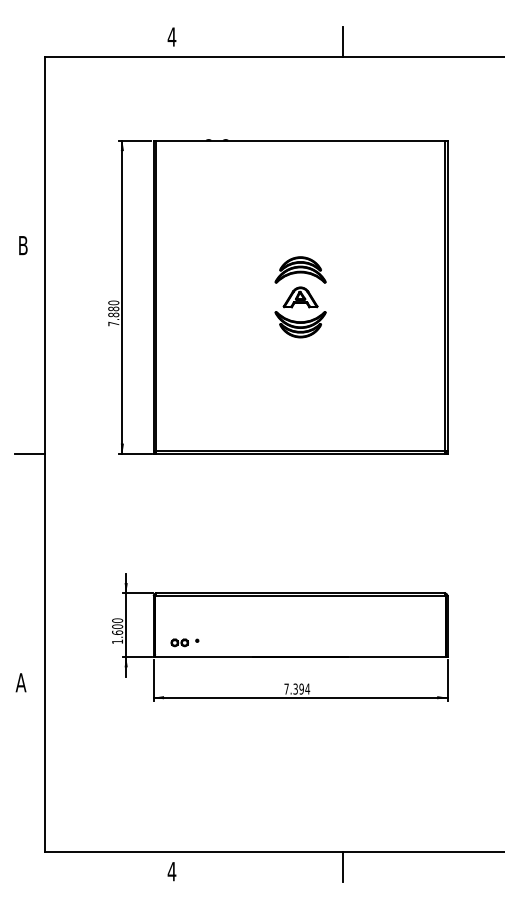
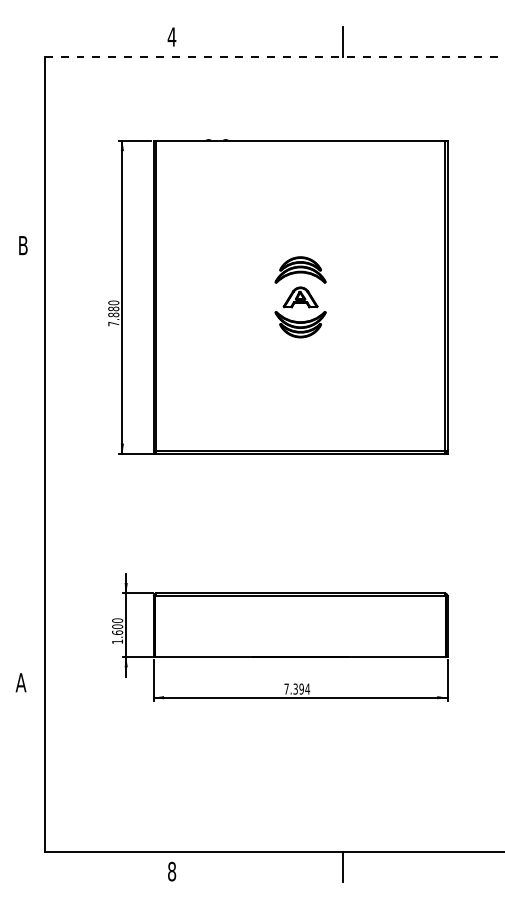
line at (274, 57): solid -> dashed
line at (29, 454): present -> none
part at (184, 642): present -> none
text at (171, 871): 4 -> 8
